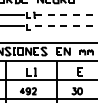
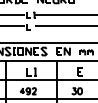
line at (66, 14): dashed -> solid
line at (66, 26): dashed -> solid
